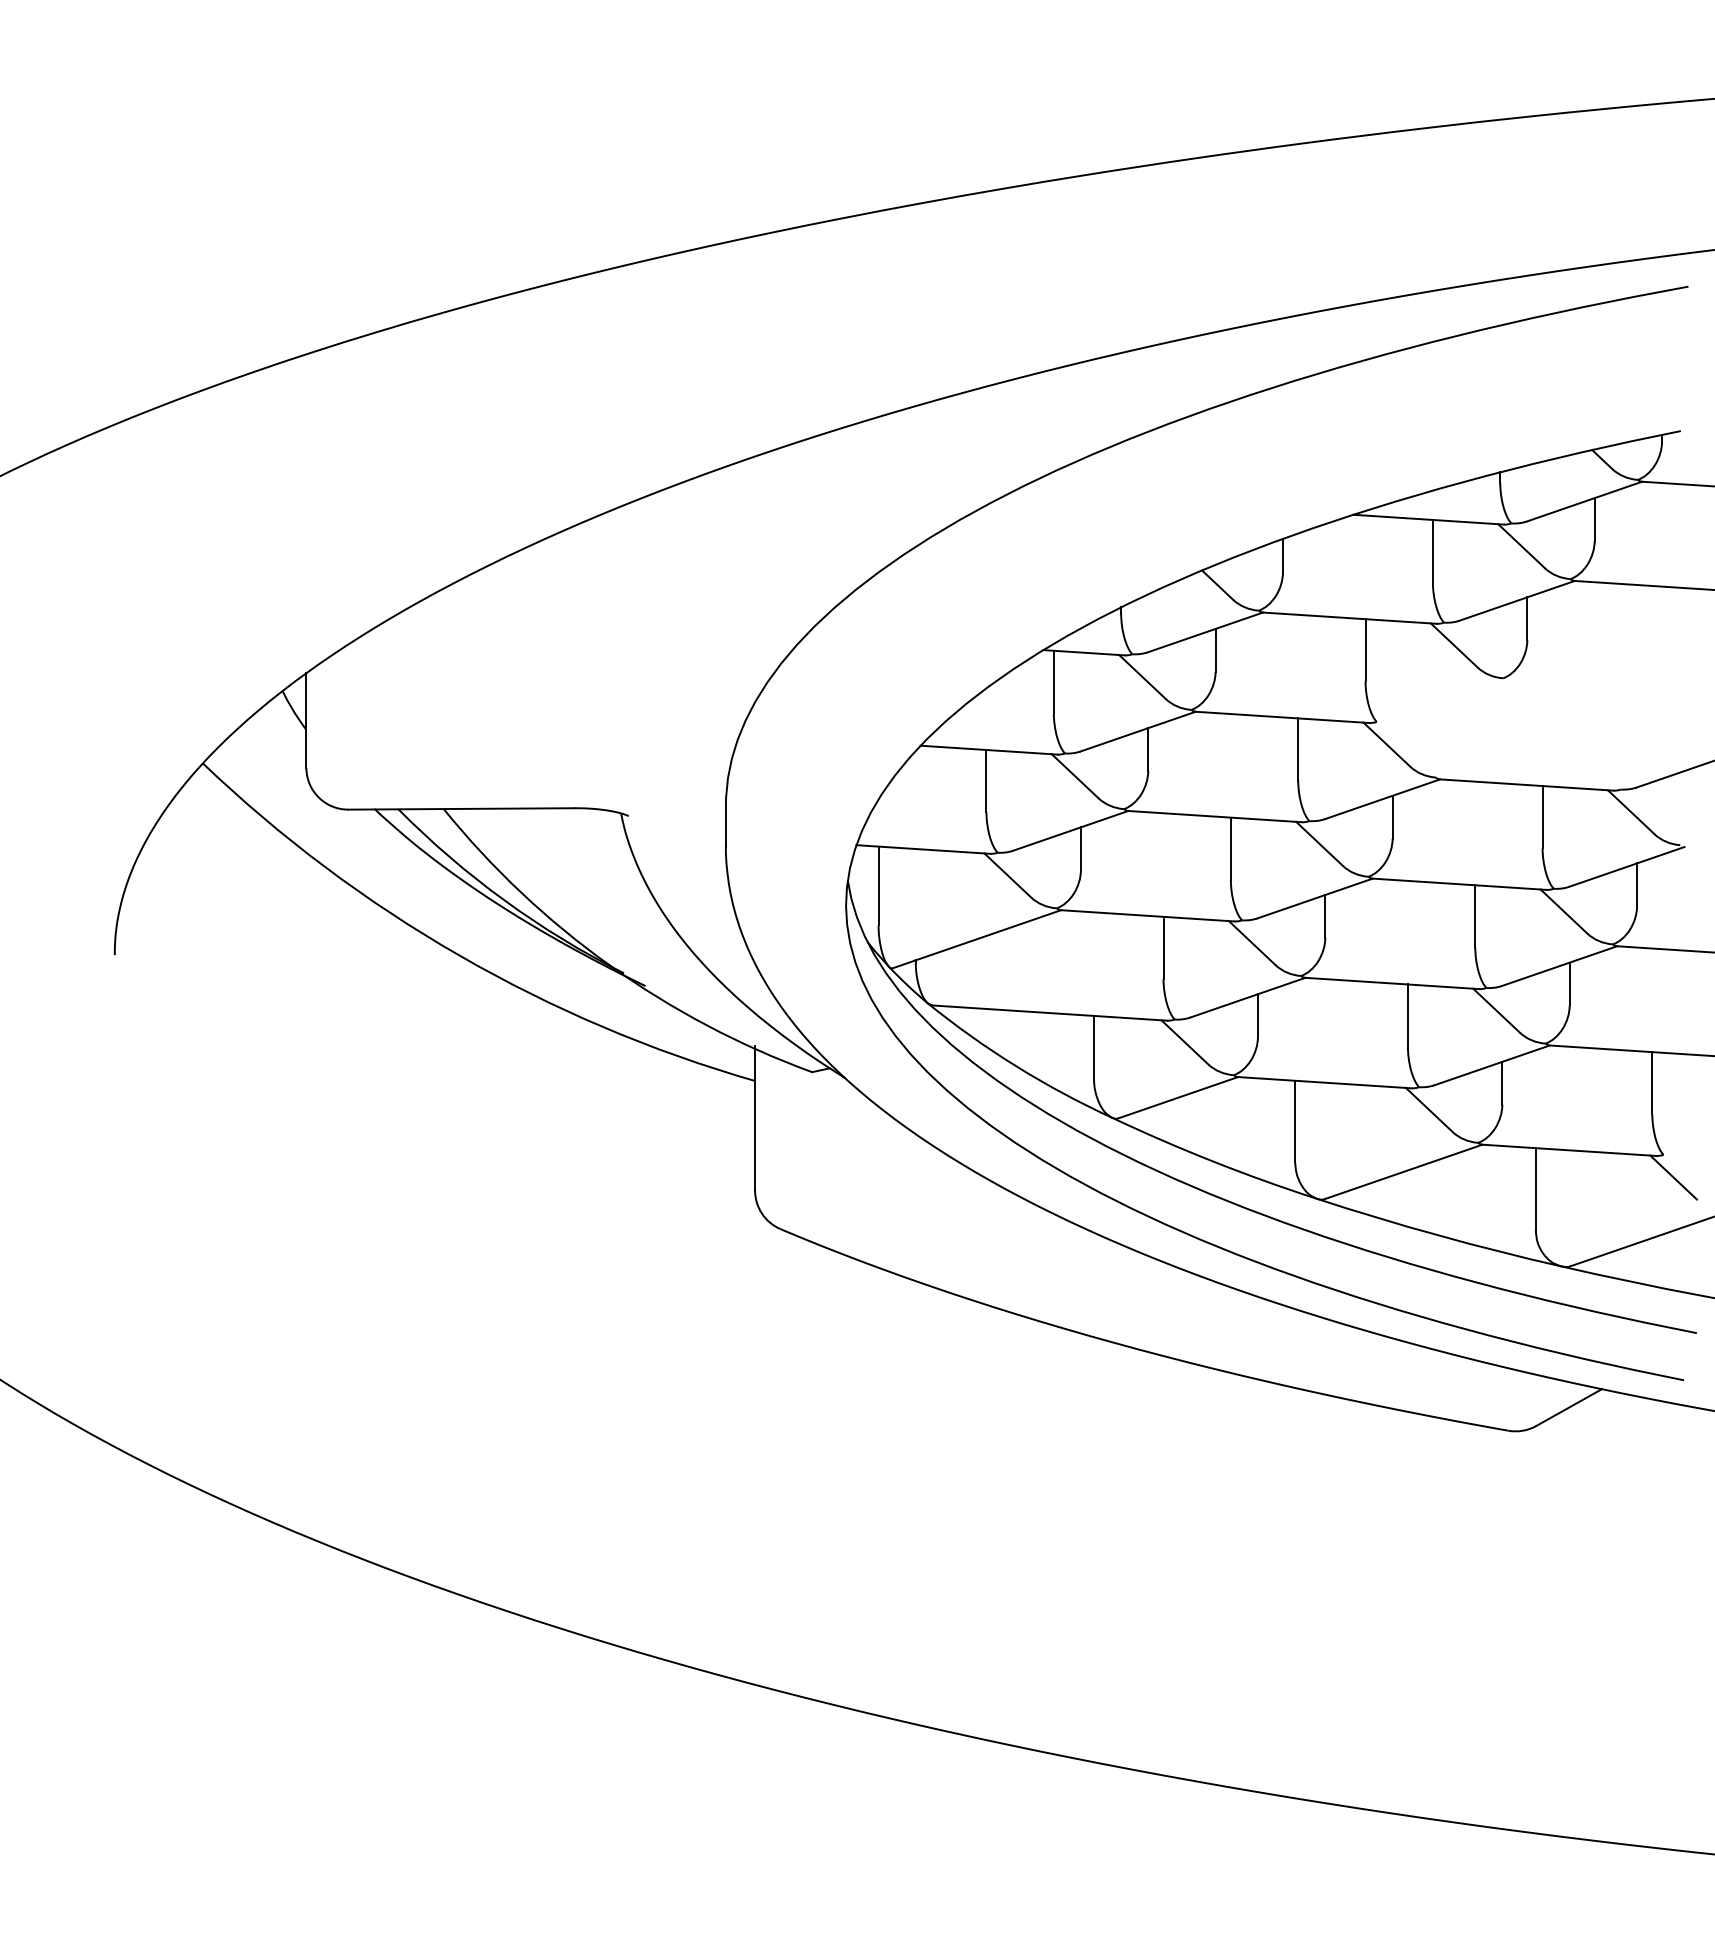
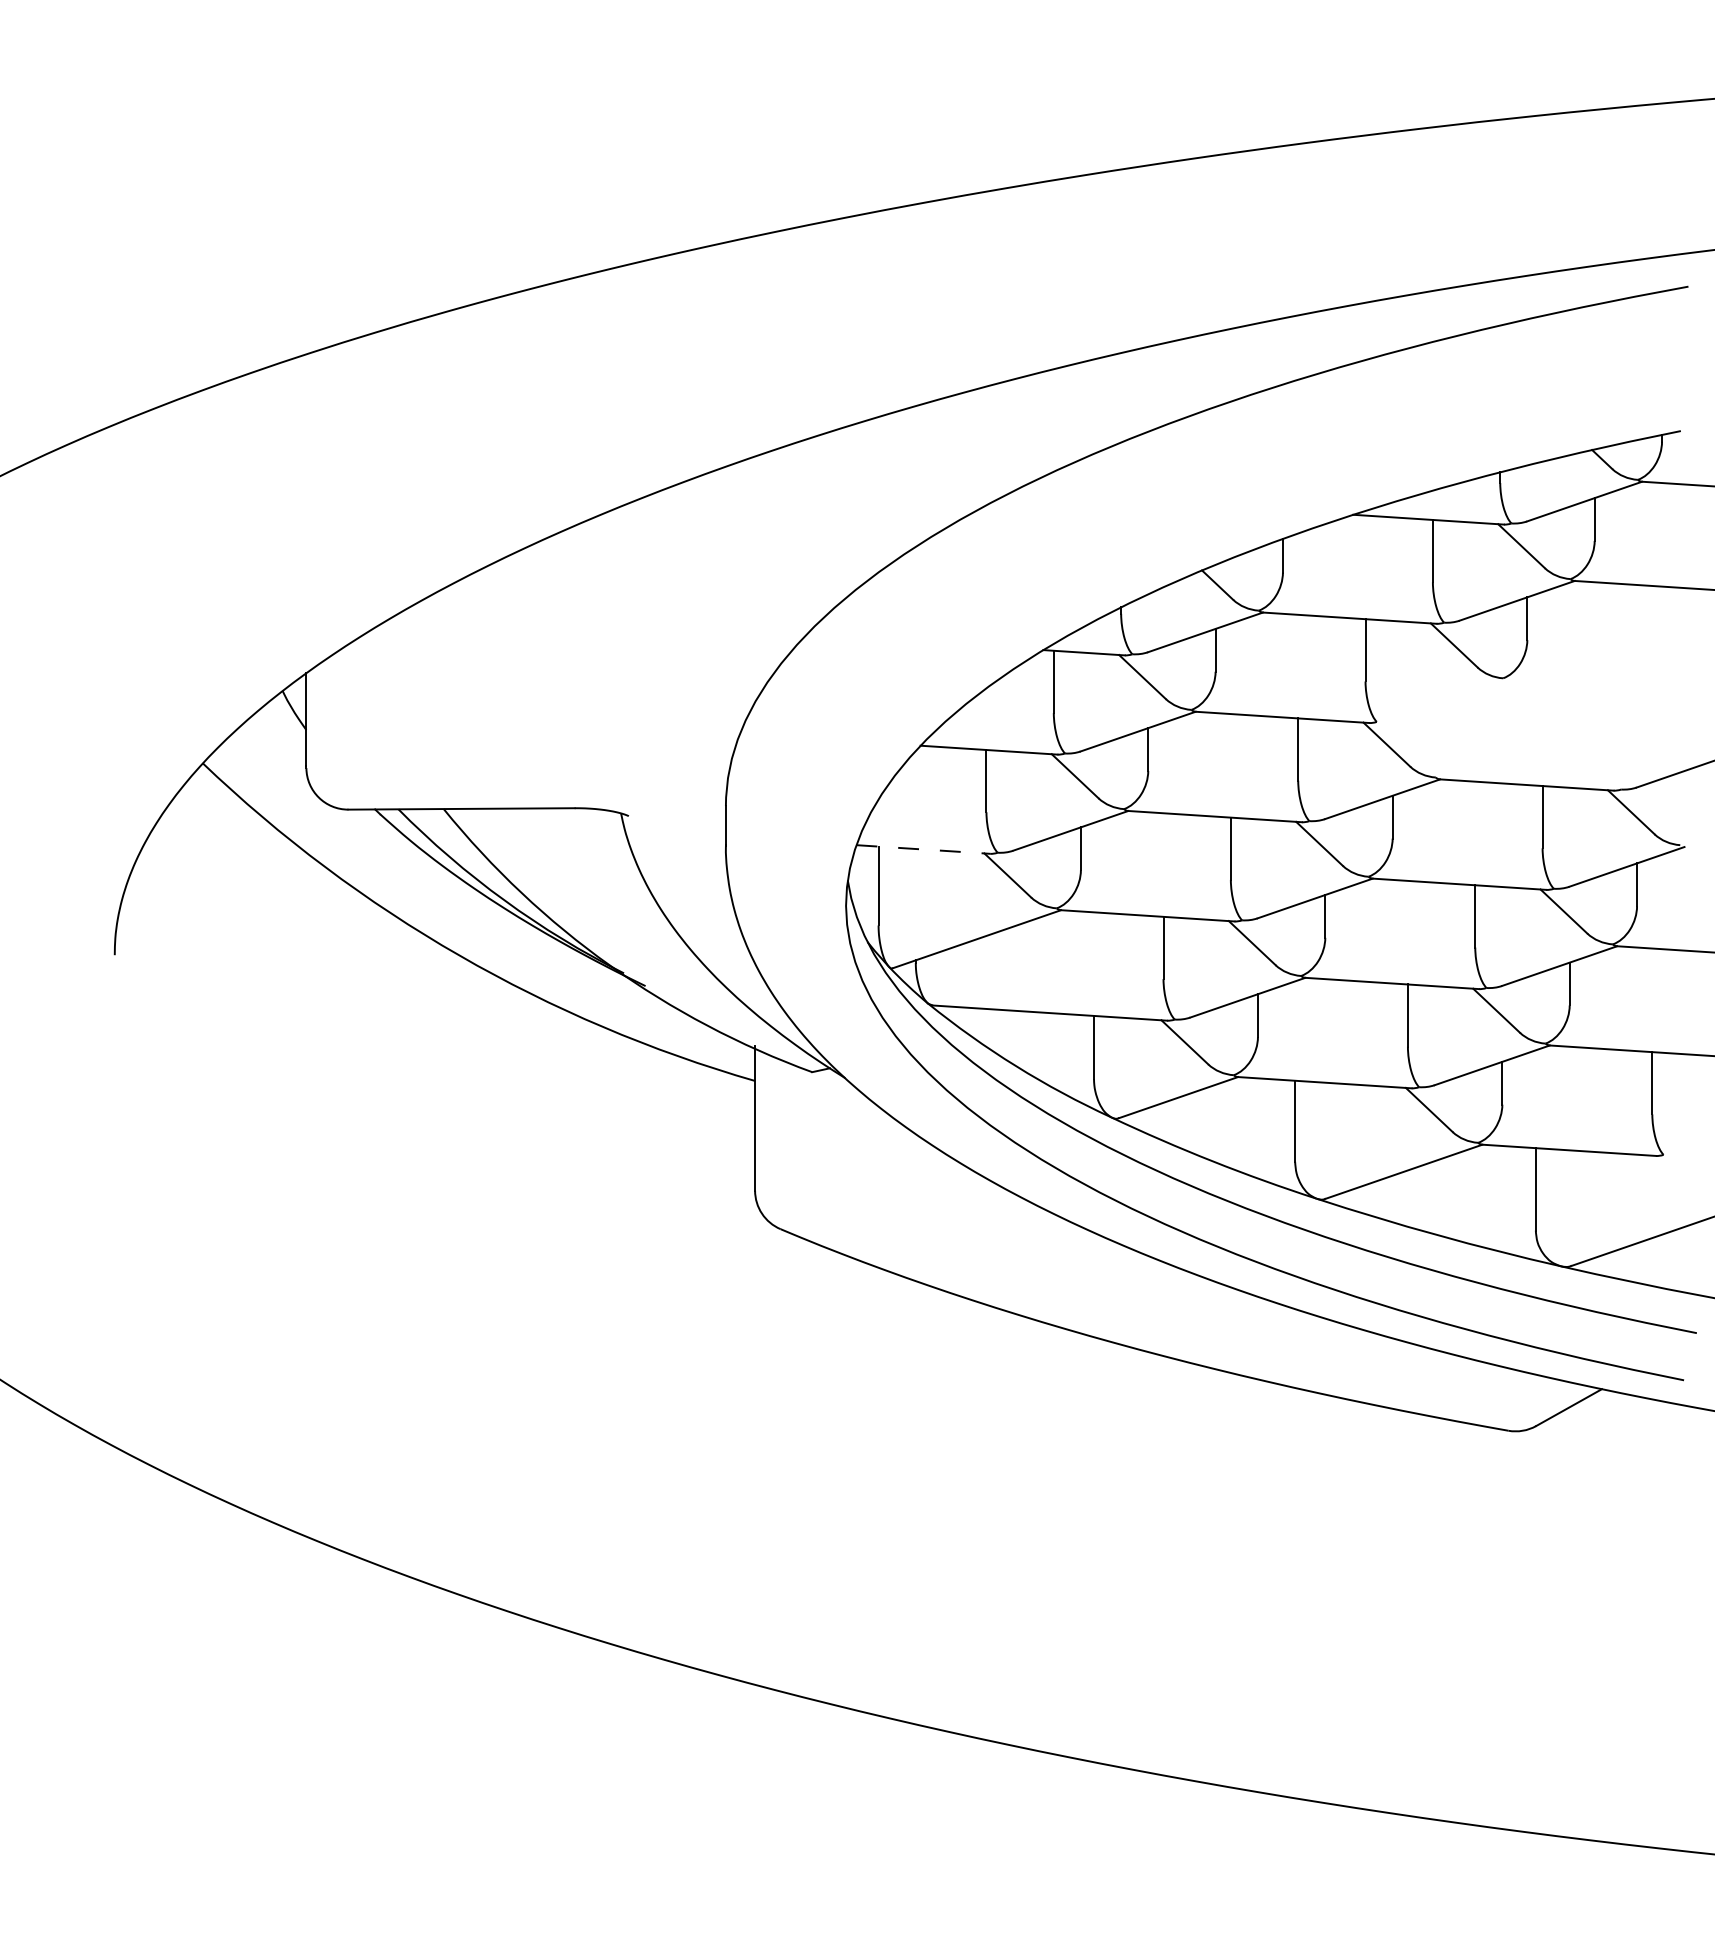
line at (923, 849): solid -> dashed
line at (1673, 1177): present -> none
